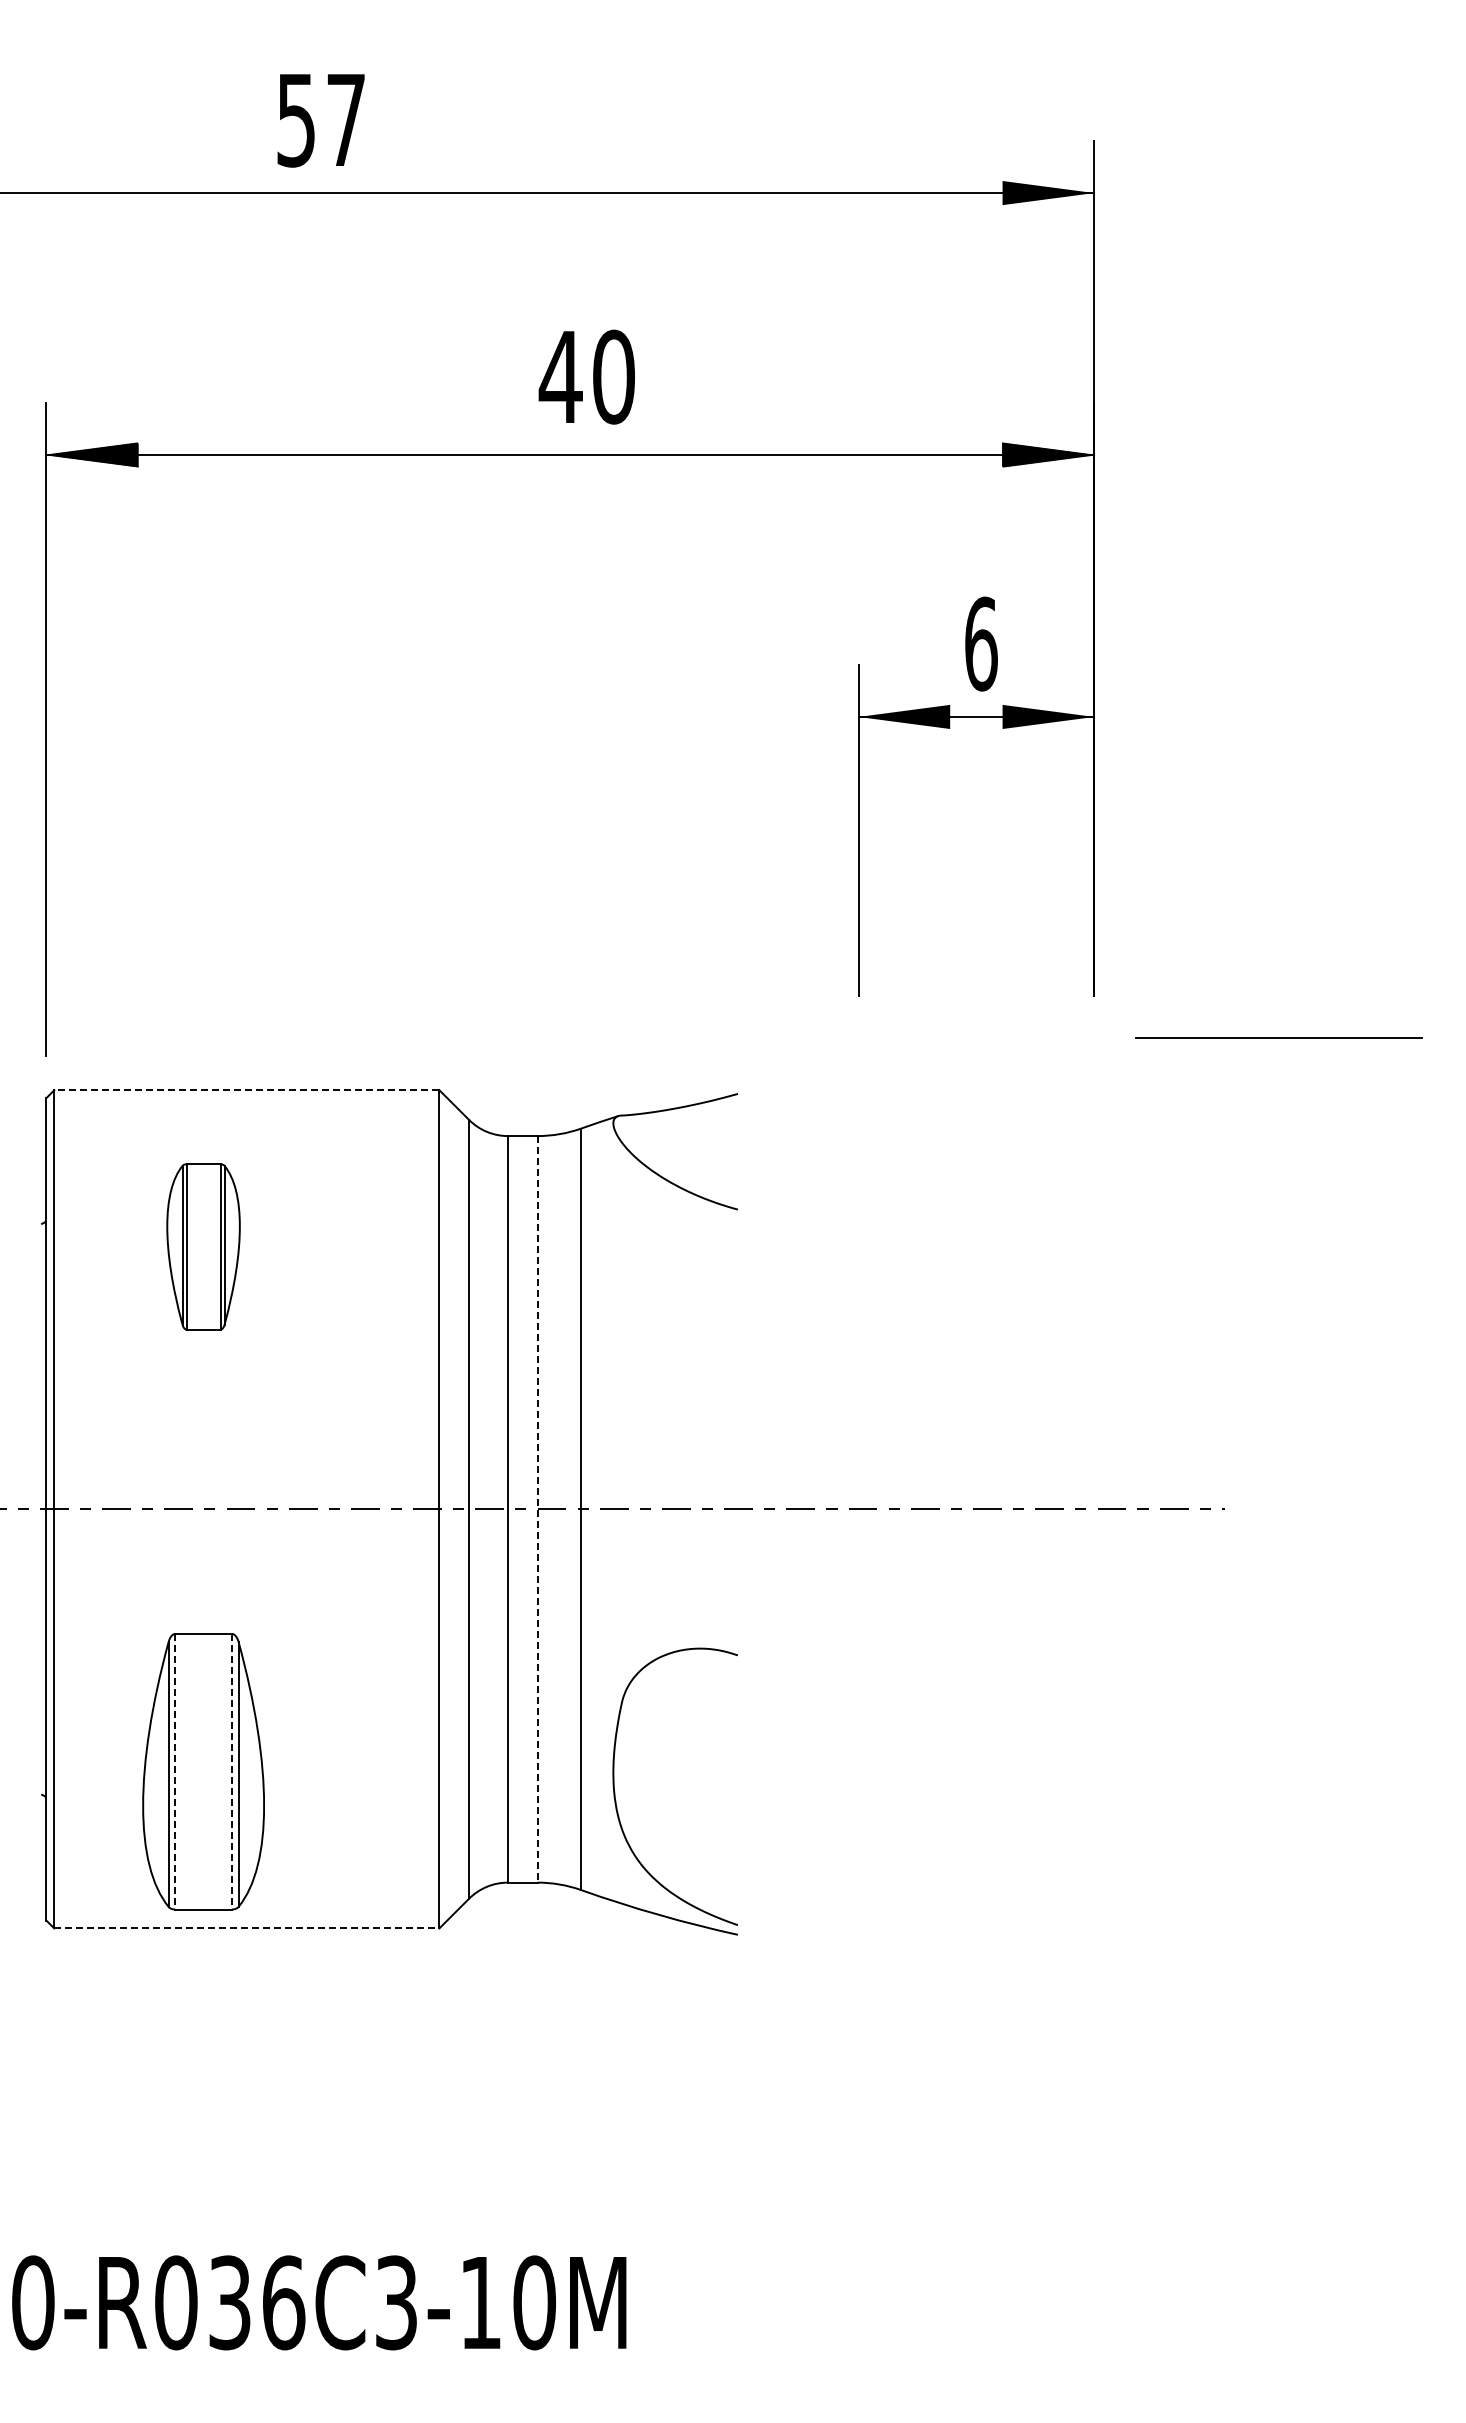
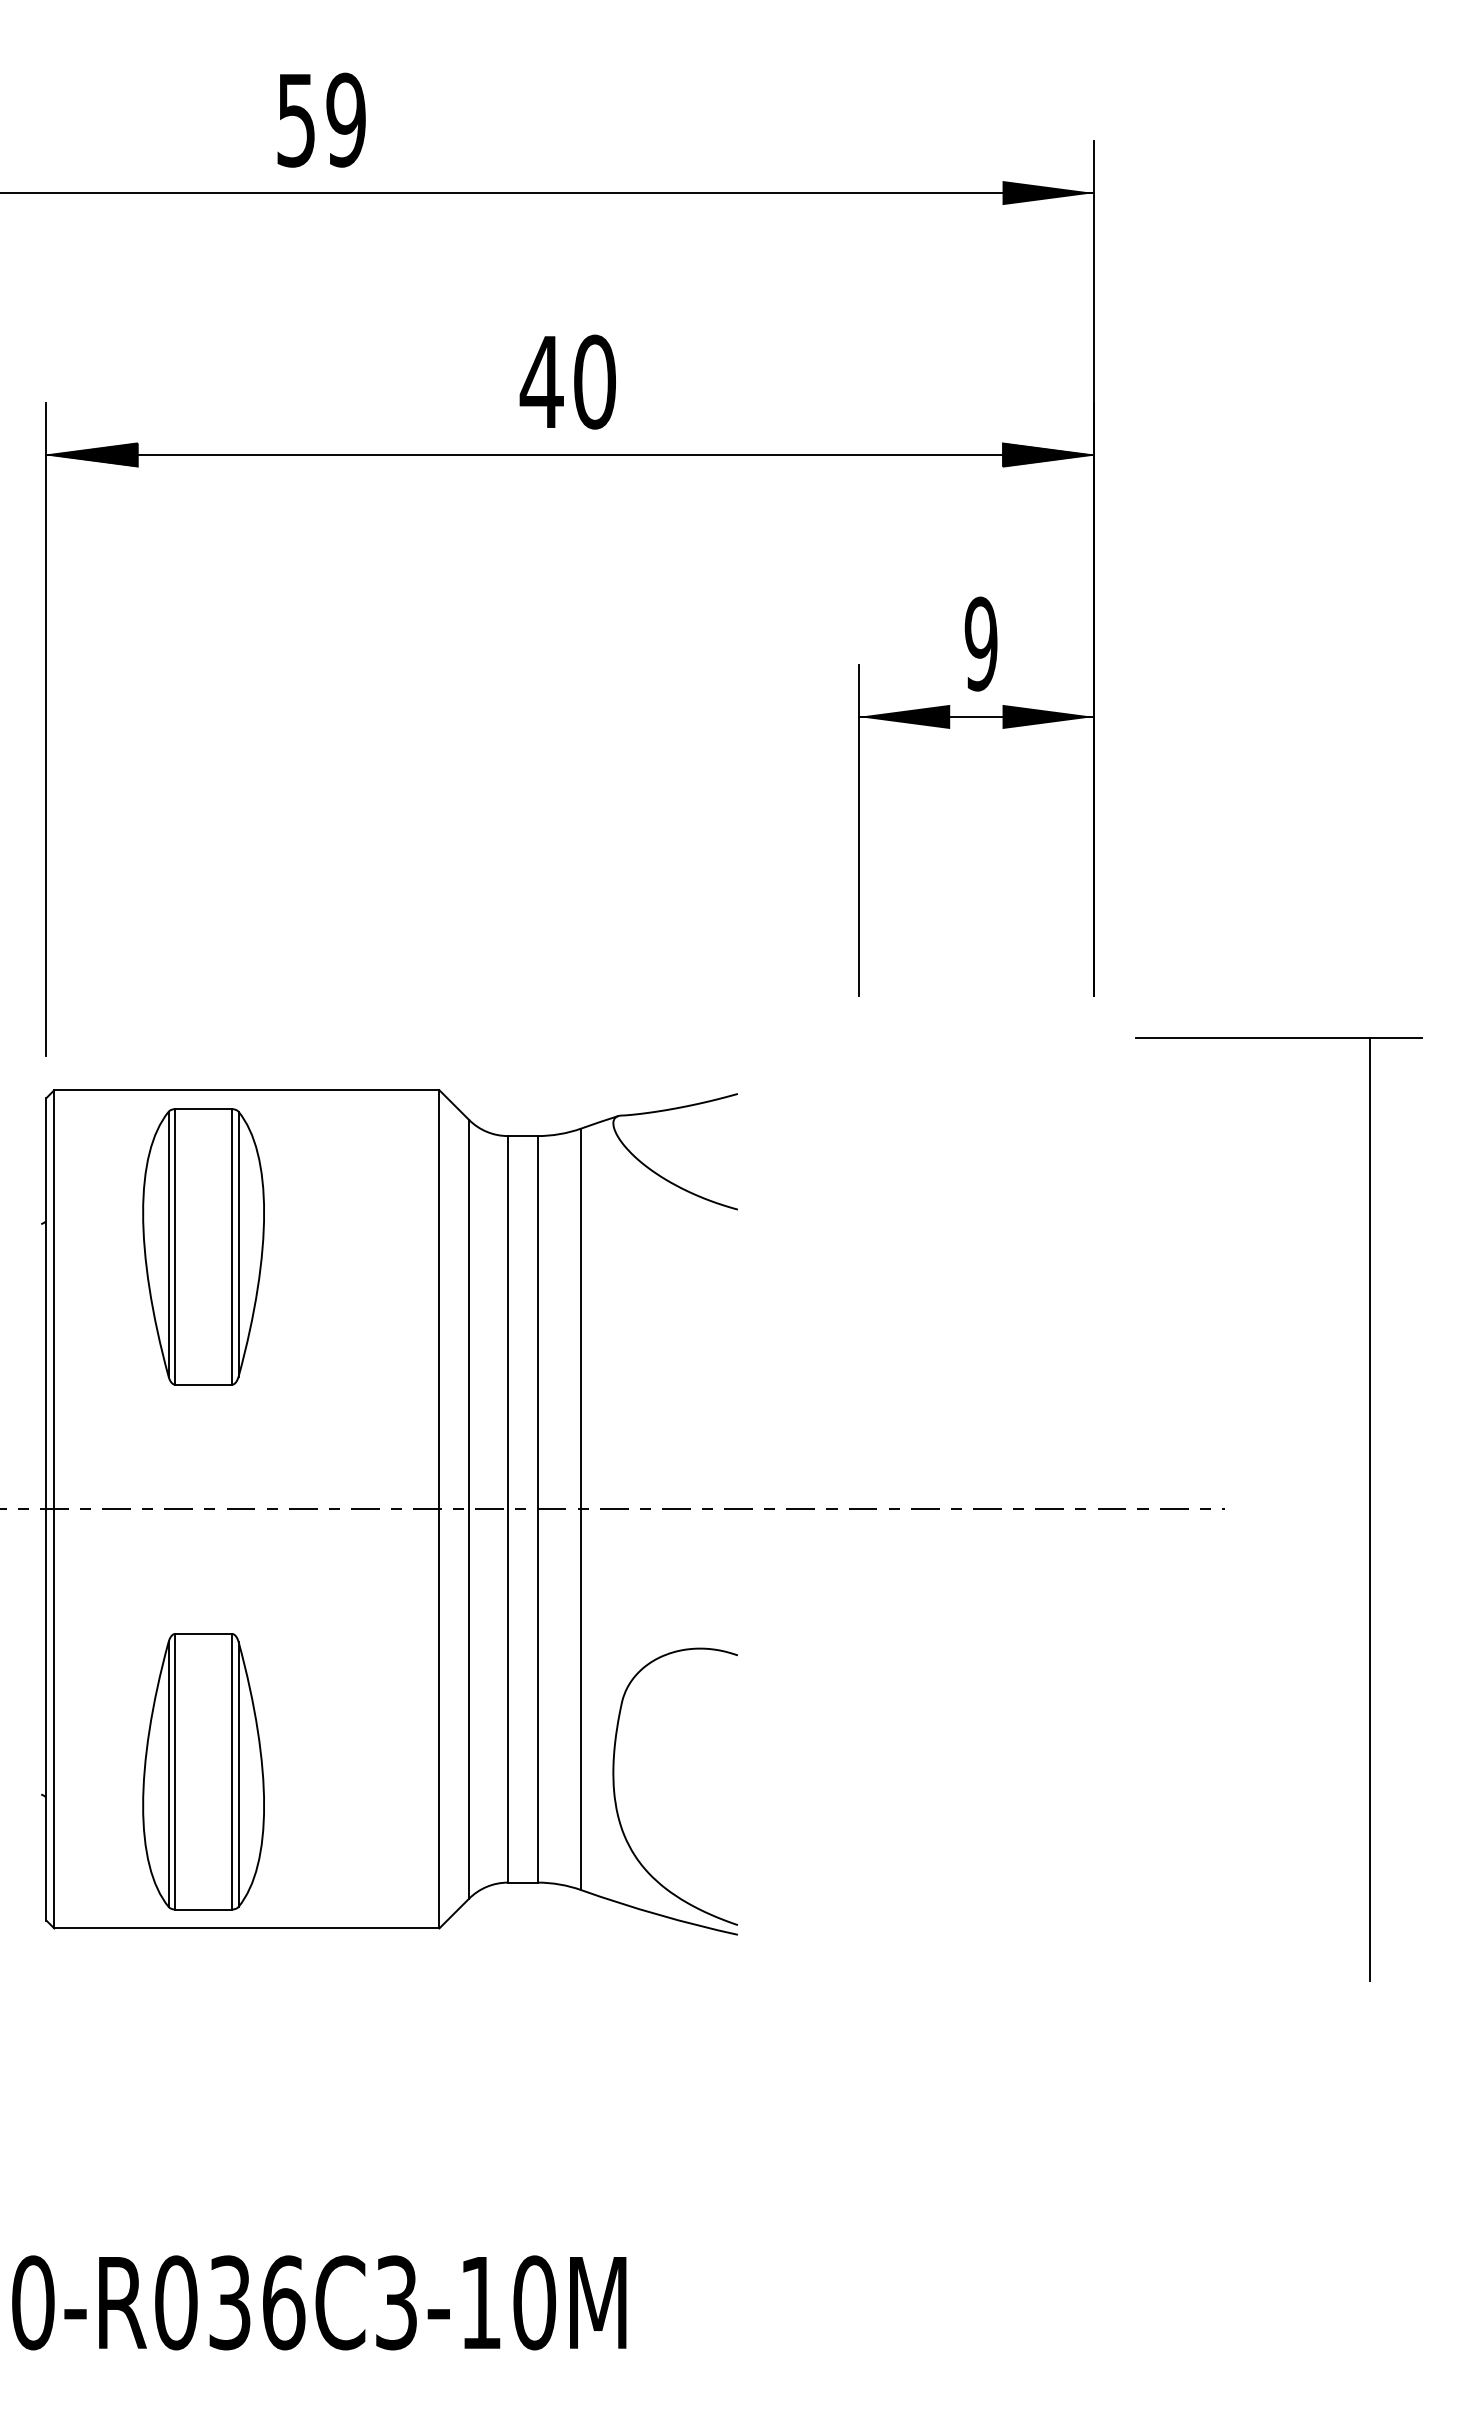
text at (345, 119): 57 -> 59
text at (586, 376) position: (586, 376) -> (567, 381)
text at (980, 643): 6 -> 9
line at (246, 1090): dashed -> solid
part at (203, 1246) size: 75x168 px -> 123x278 px
line at (1369, 1508): none -> present
line at (537, 1509): dashed -> solid
line at (175, 1771): dashed -> solid
line at (231, 1771): dashed -> solid
line at (246, 1928): dashed -> solid
